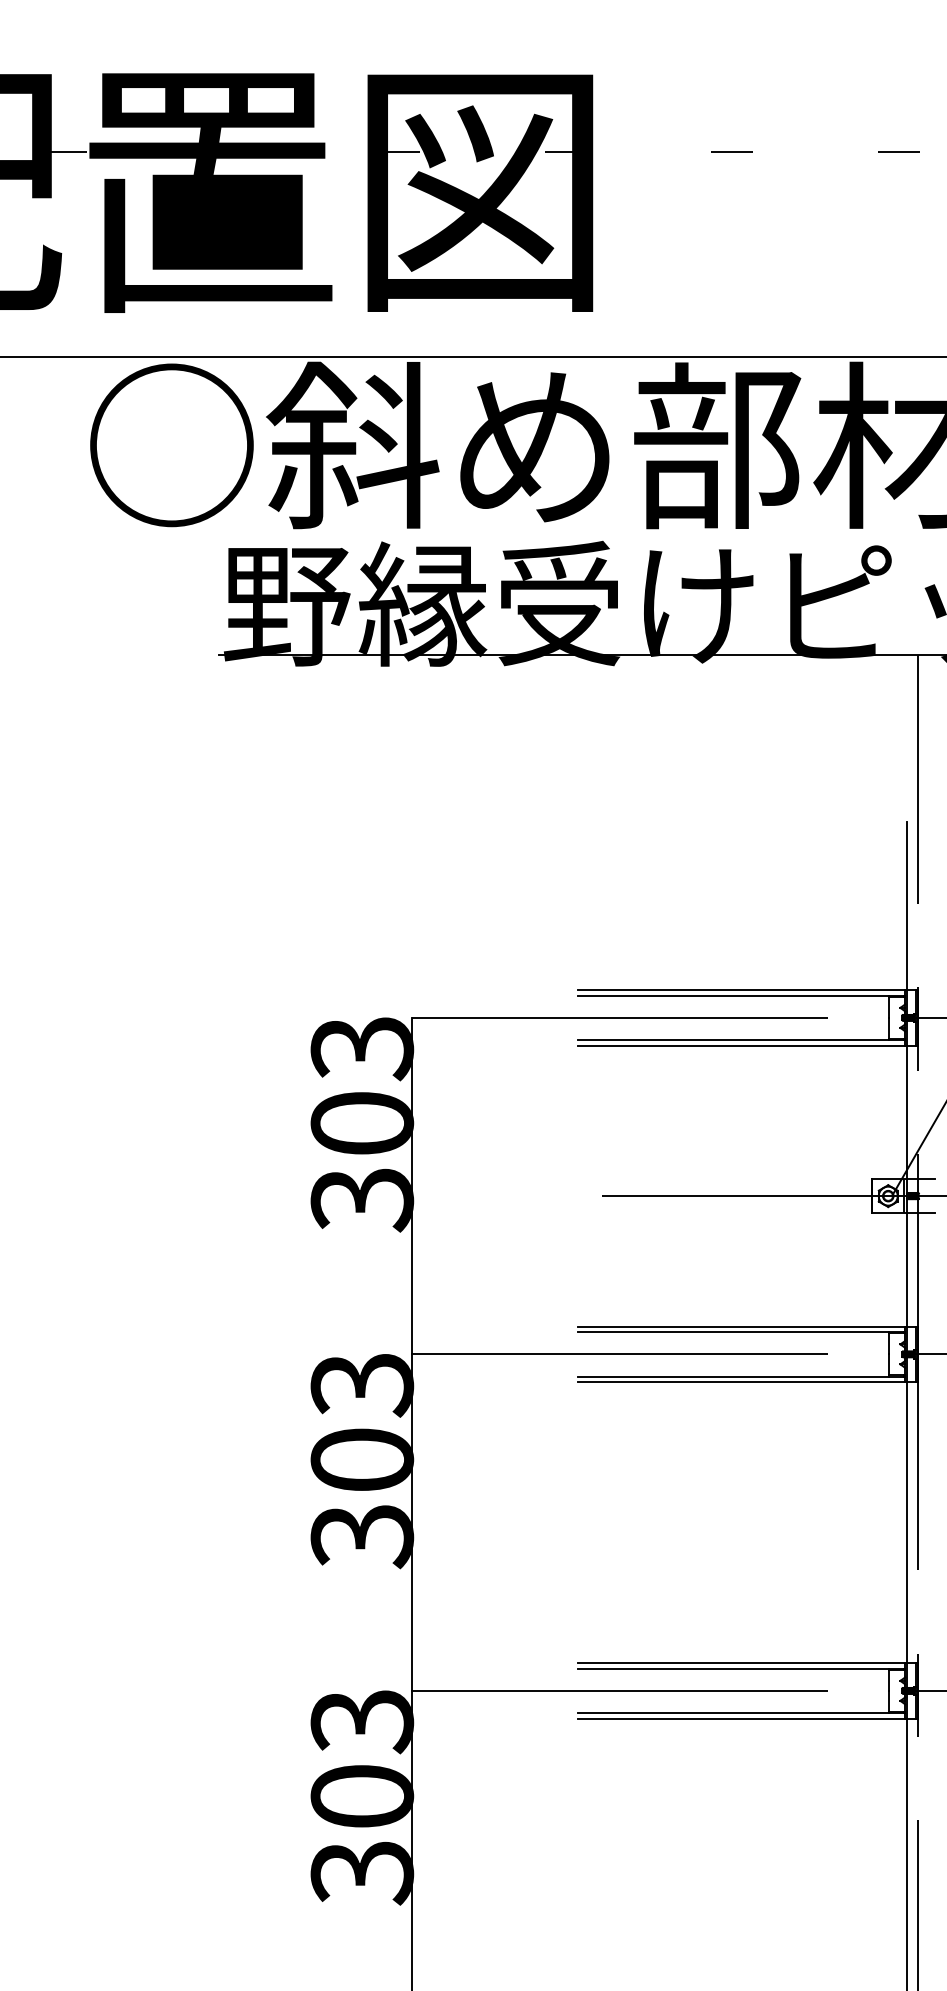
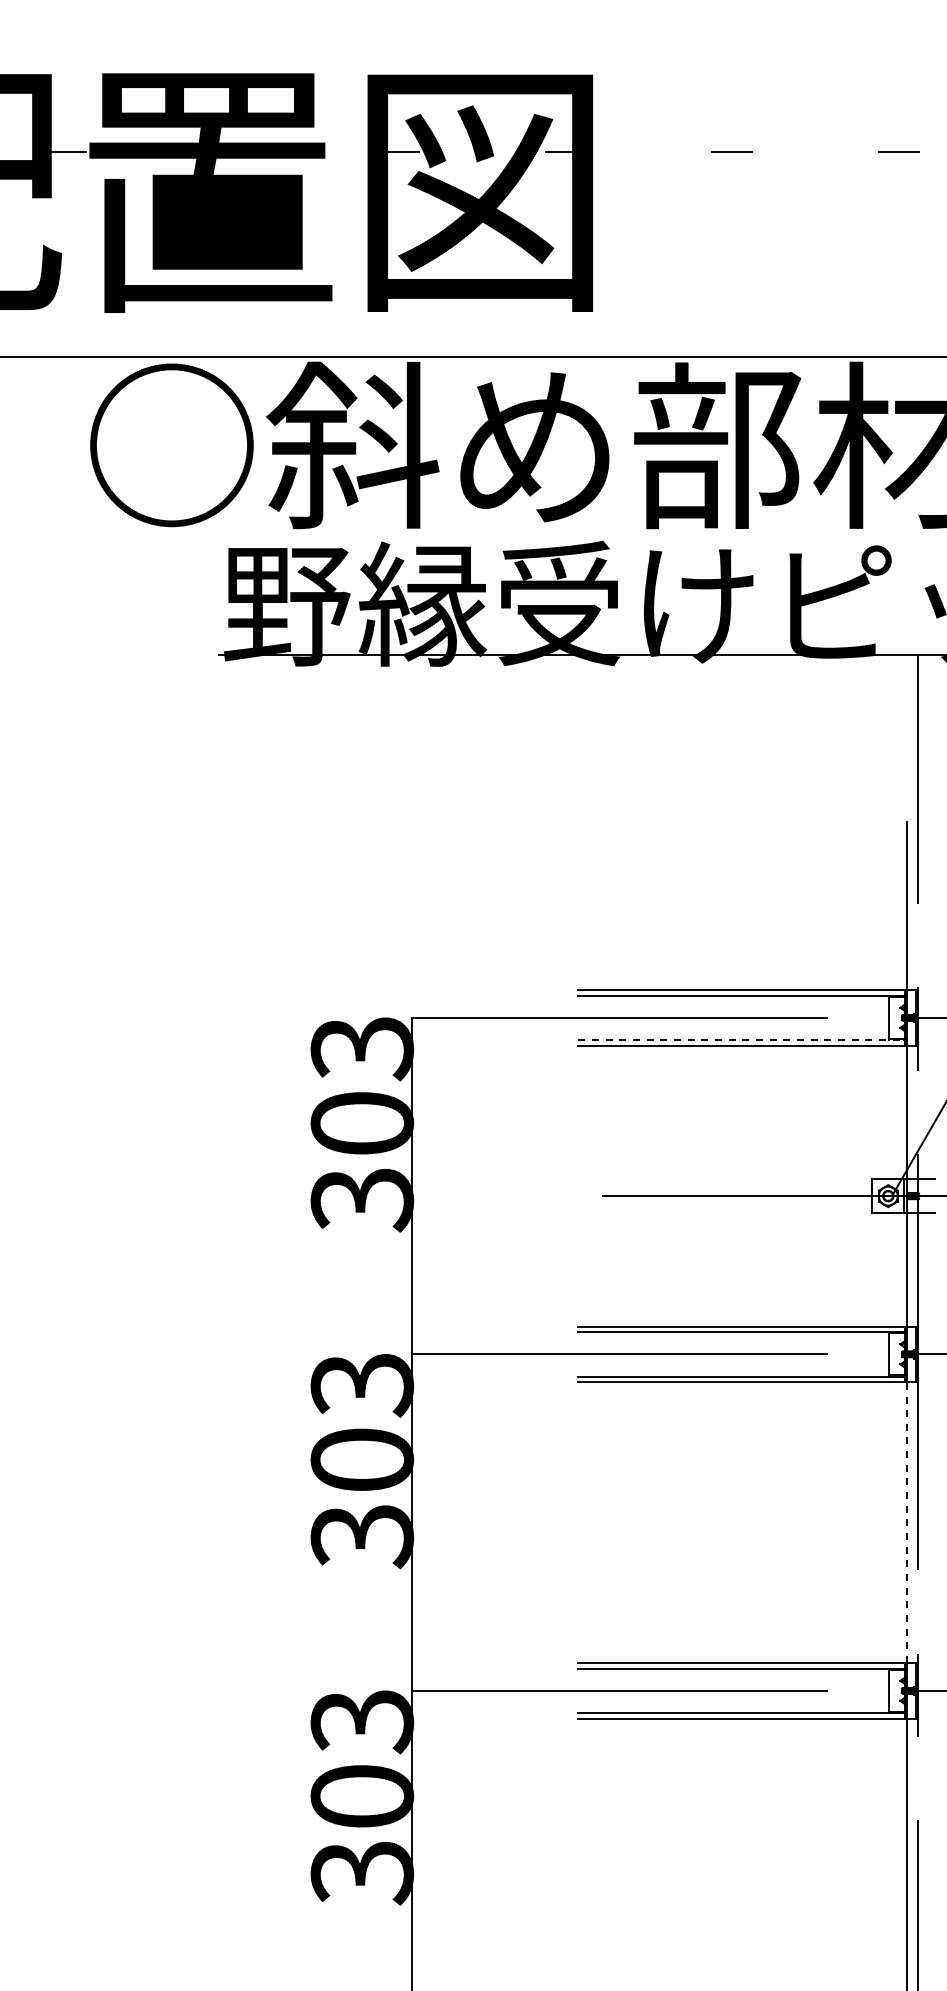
line at (742, 1040): solid -> dashed
line at (907, 1522): solid -> dashed
